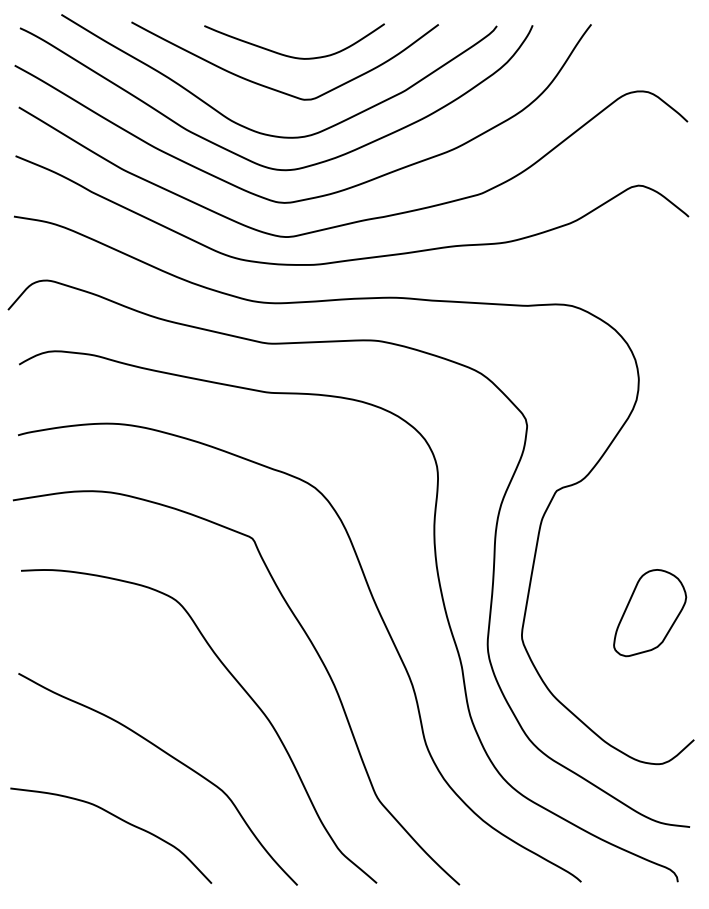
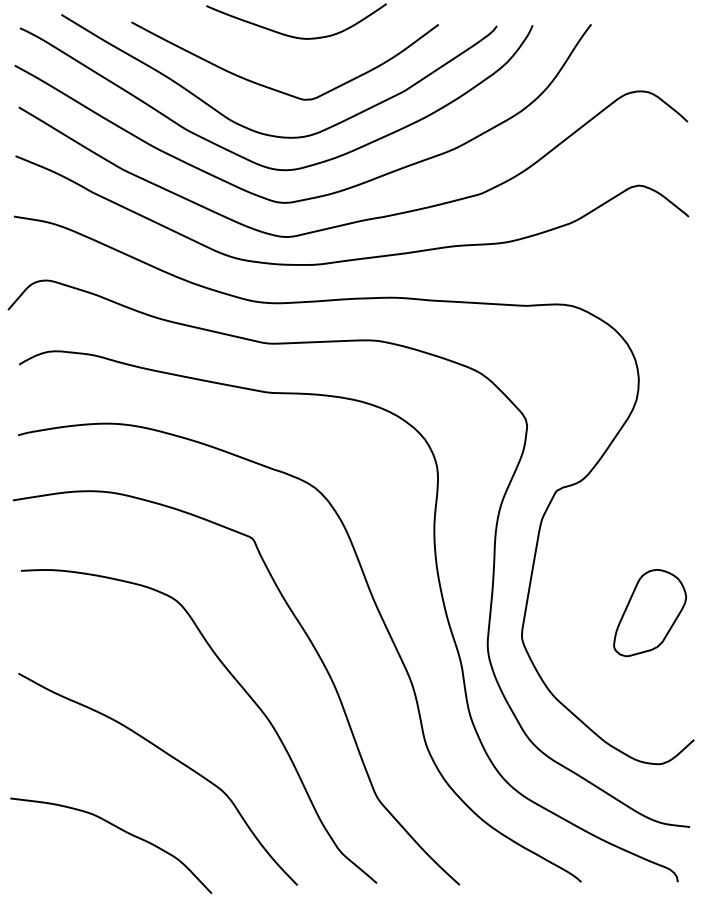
curve at (289, 55) position: (289, 55) -> (291, 35)
curve at (122, 821) position: (122, 821) -> (122, 831)
